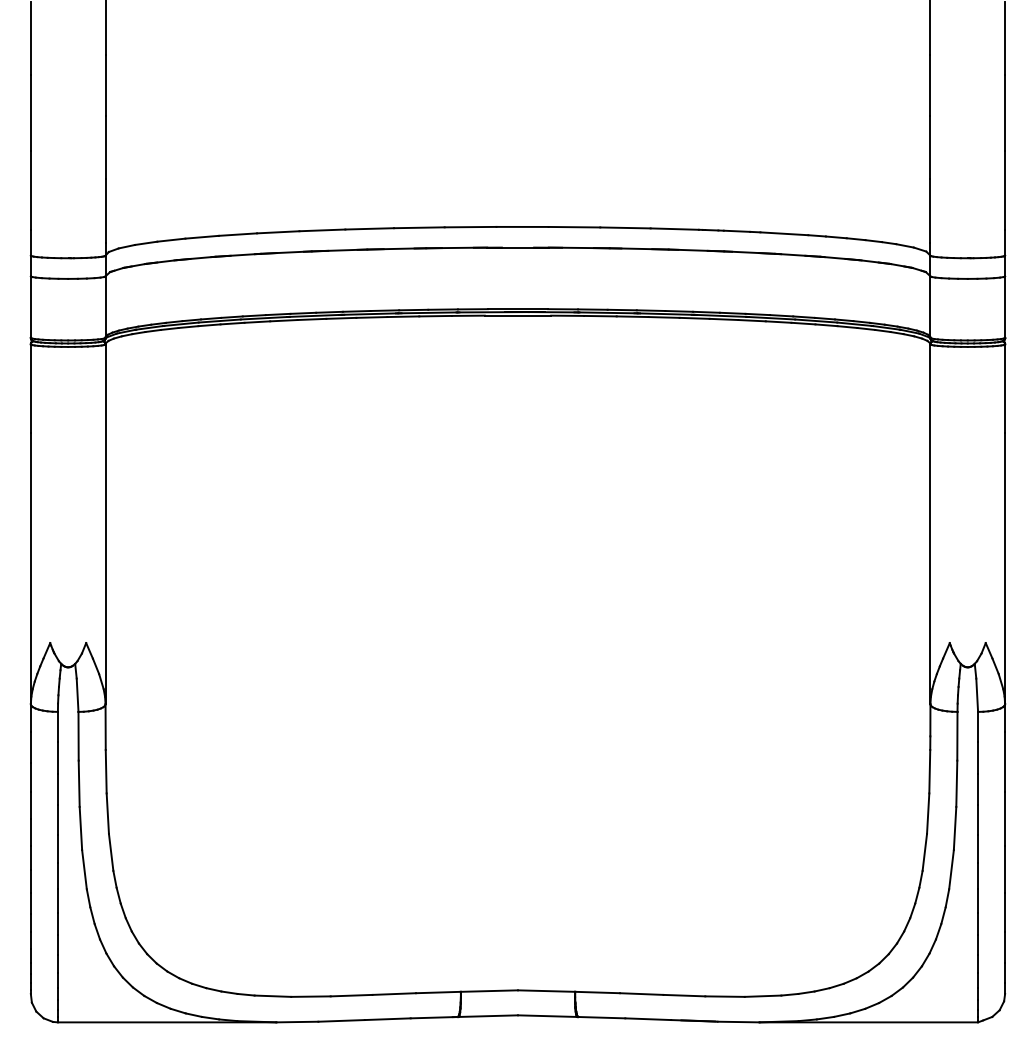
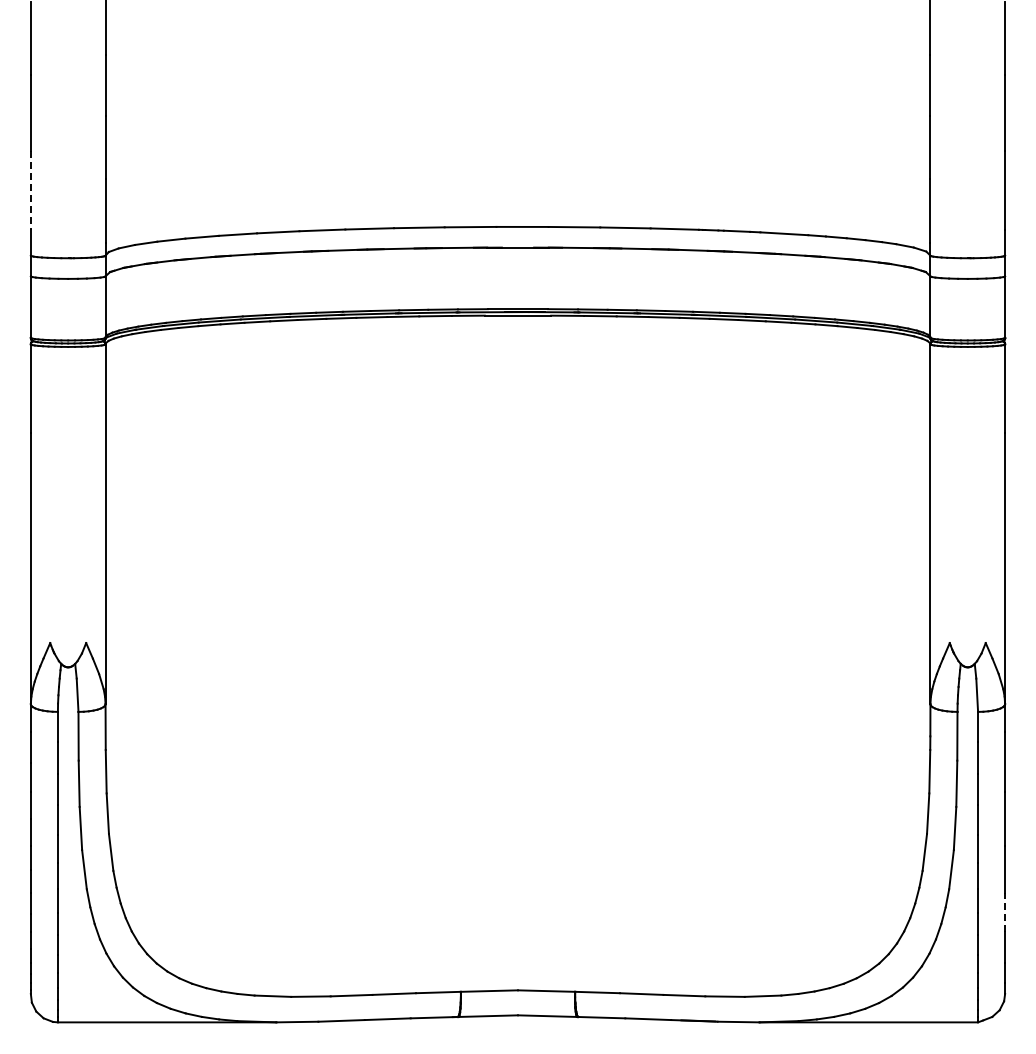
line at (30, 191): solid -> dashed
line at (1005, 912): solid -> dashed
